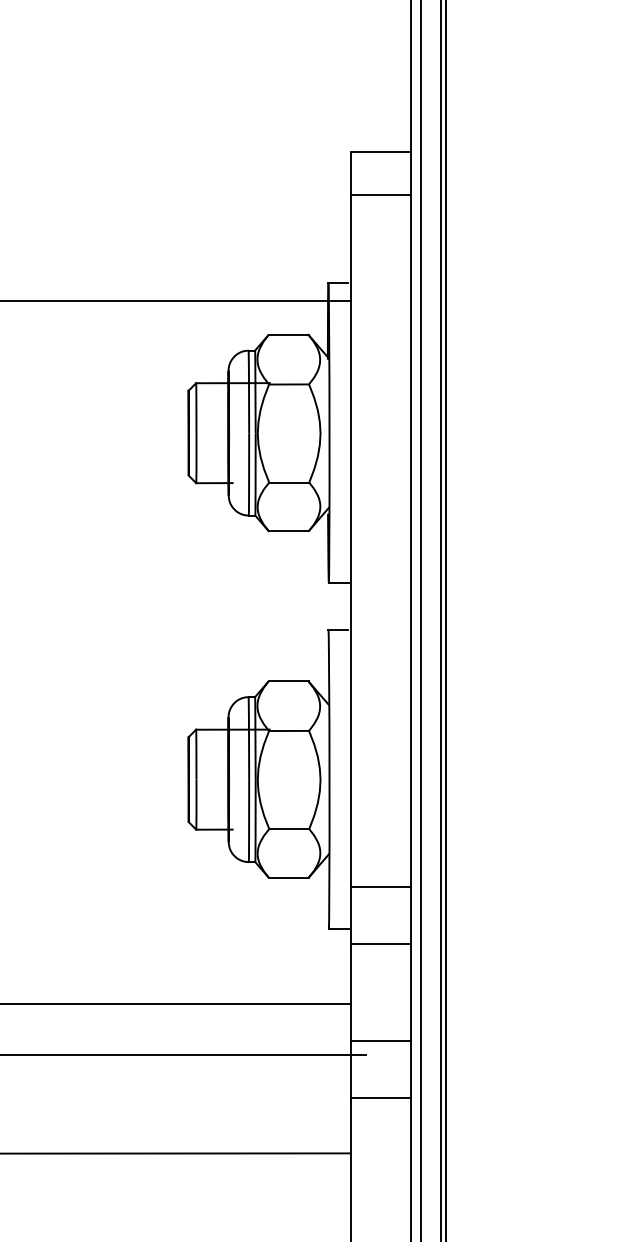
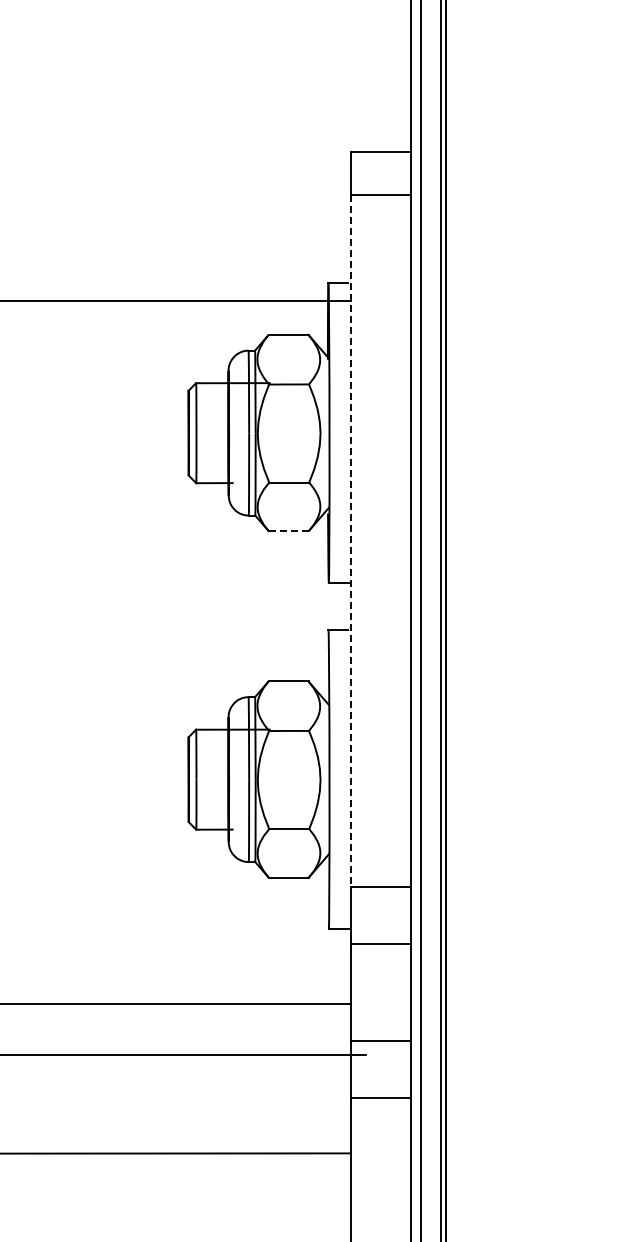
line at (288, 531): solid -> dashed
line at (350, 541): solid -> dashed
